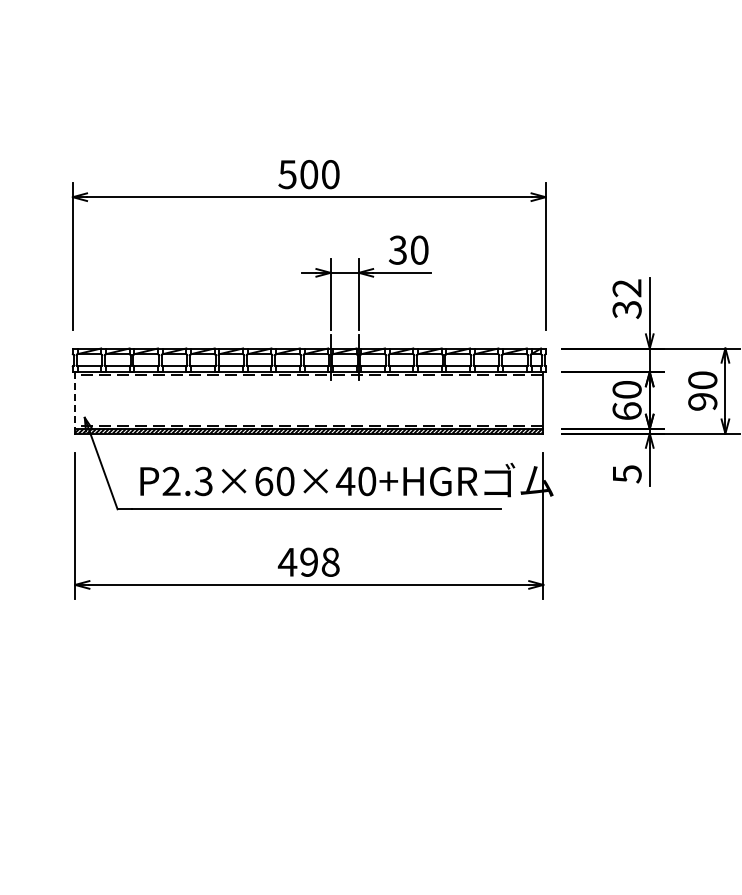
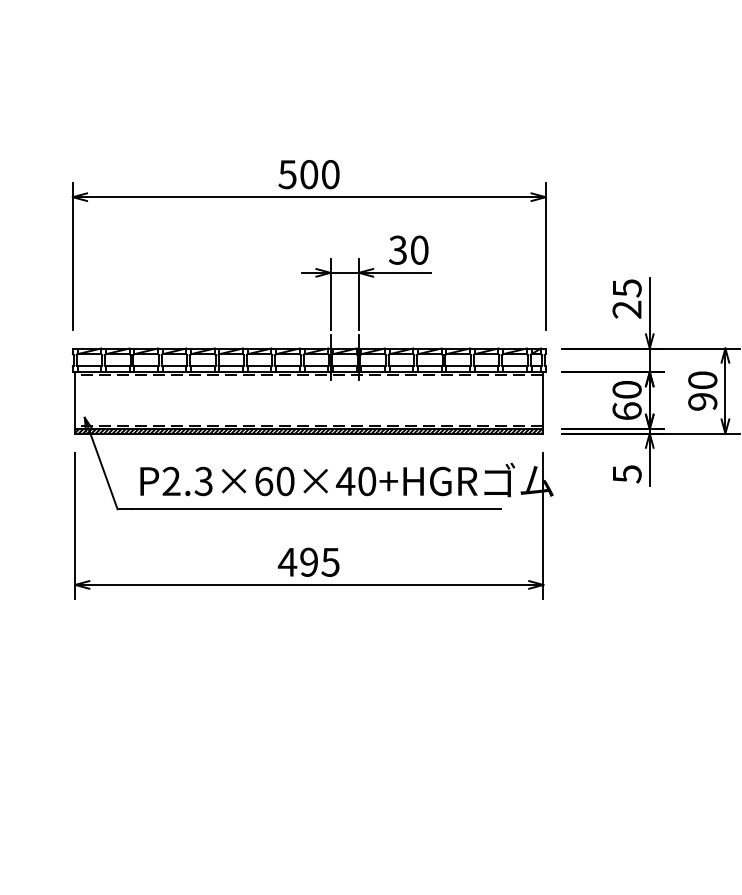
text at (626, 298): 32 -> 25
line at (75, 401): dashed -> solid
text at (330, 561): 498 -> 495
